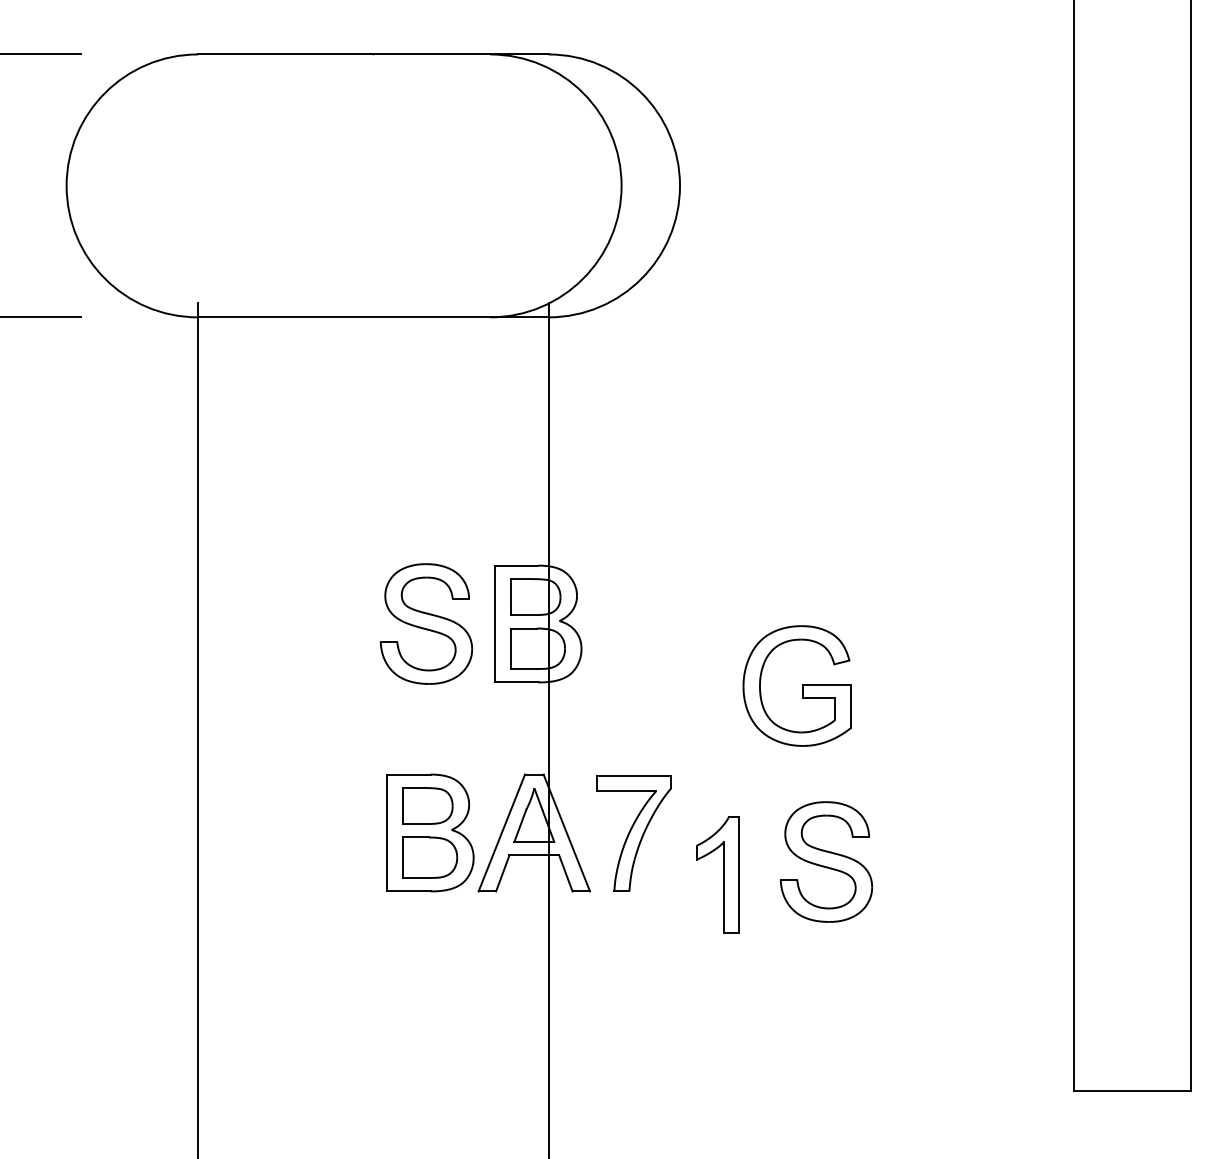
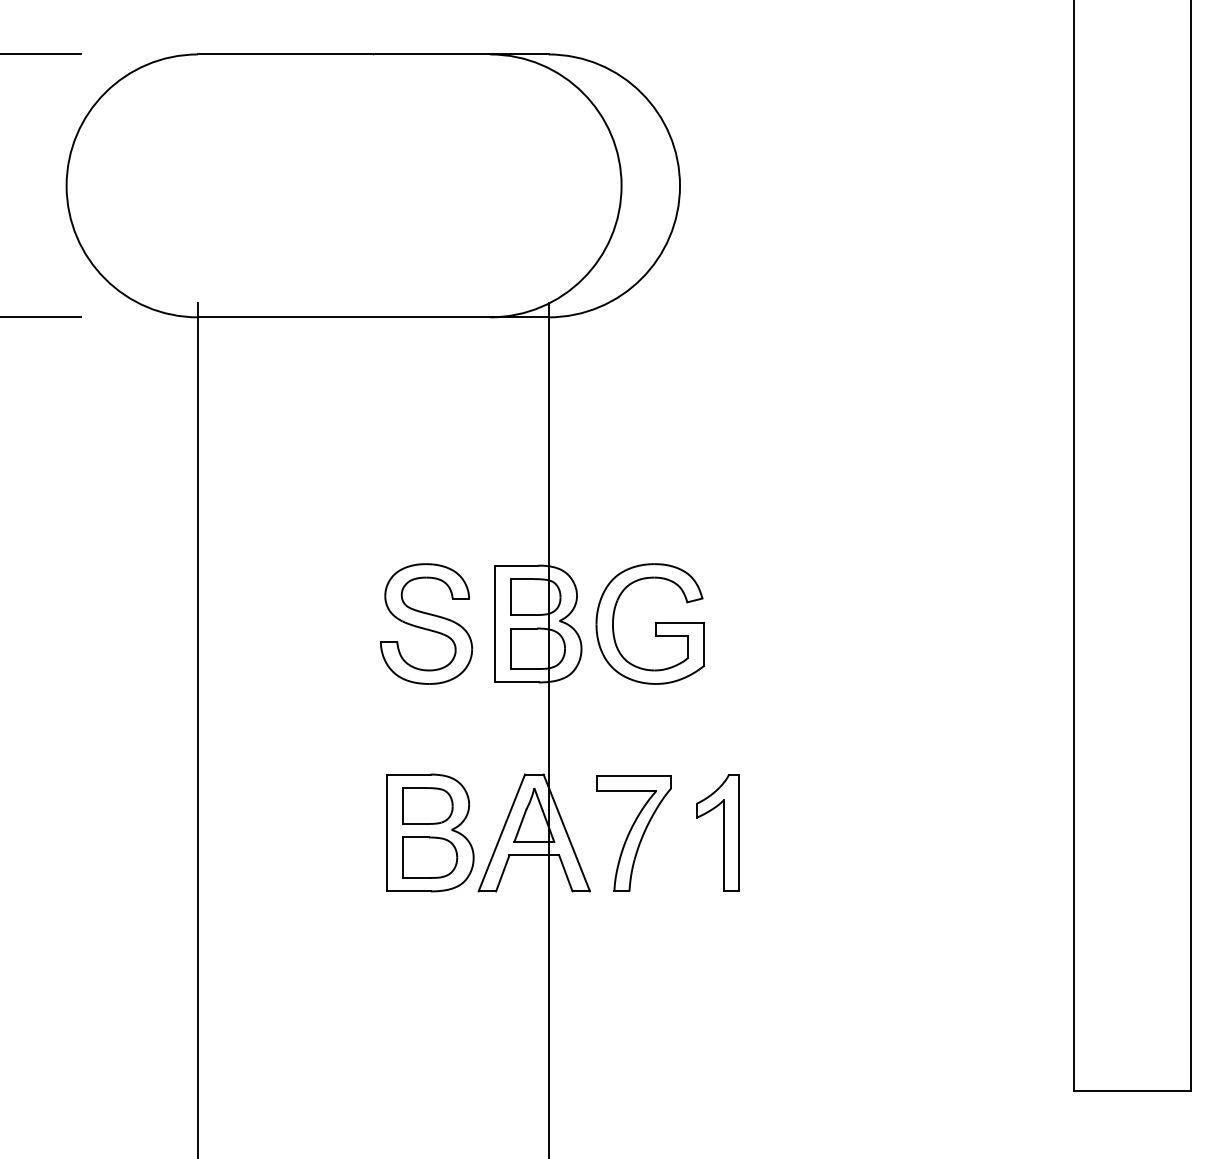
part at (796, 685) position: (796, 685) -> (649, 623)
part at (826, 861): present -> none
part at (717, 874) position: (717, 874) -> (717, 832)
